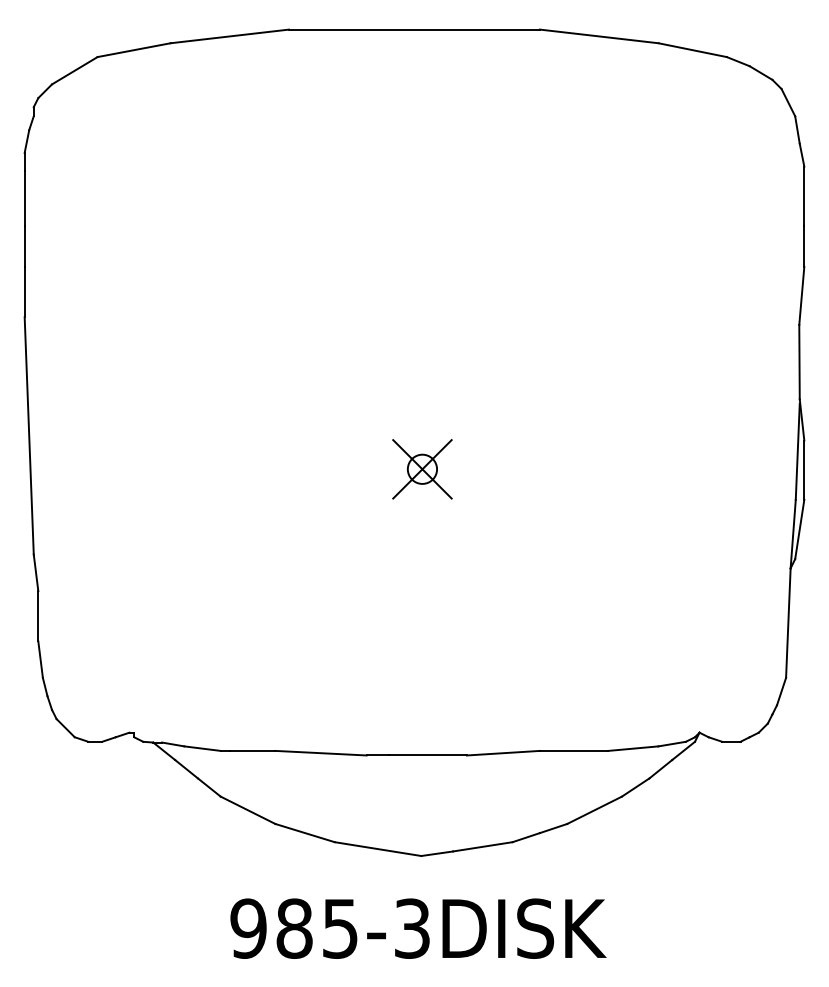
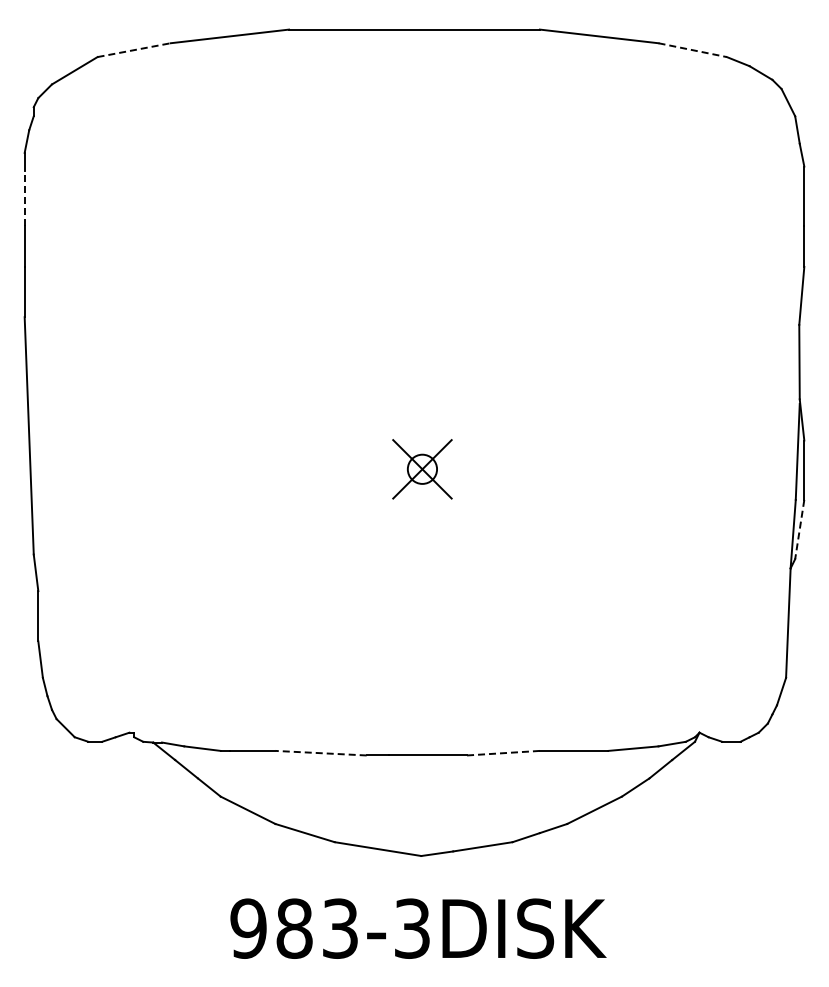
line at (134, 50): solid -> dashed
line at (692, 50): solid -> dashed
line at (24, 198): solid -> dashed
line at (799, 529): solid -> dashed
line at (321, 753): solid -> dashed
line at (503, 753): solid -> dashed
text at (340, 928): 985-3DISK -> 983-3DISK
